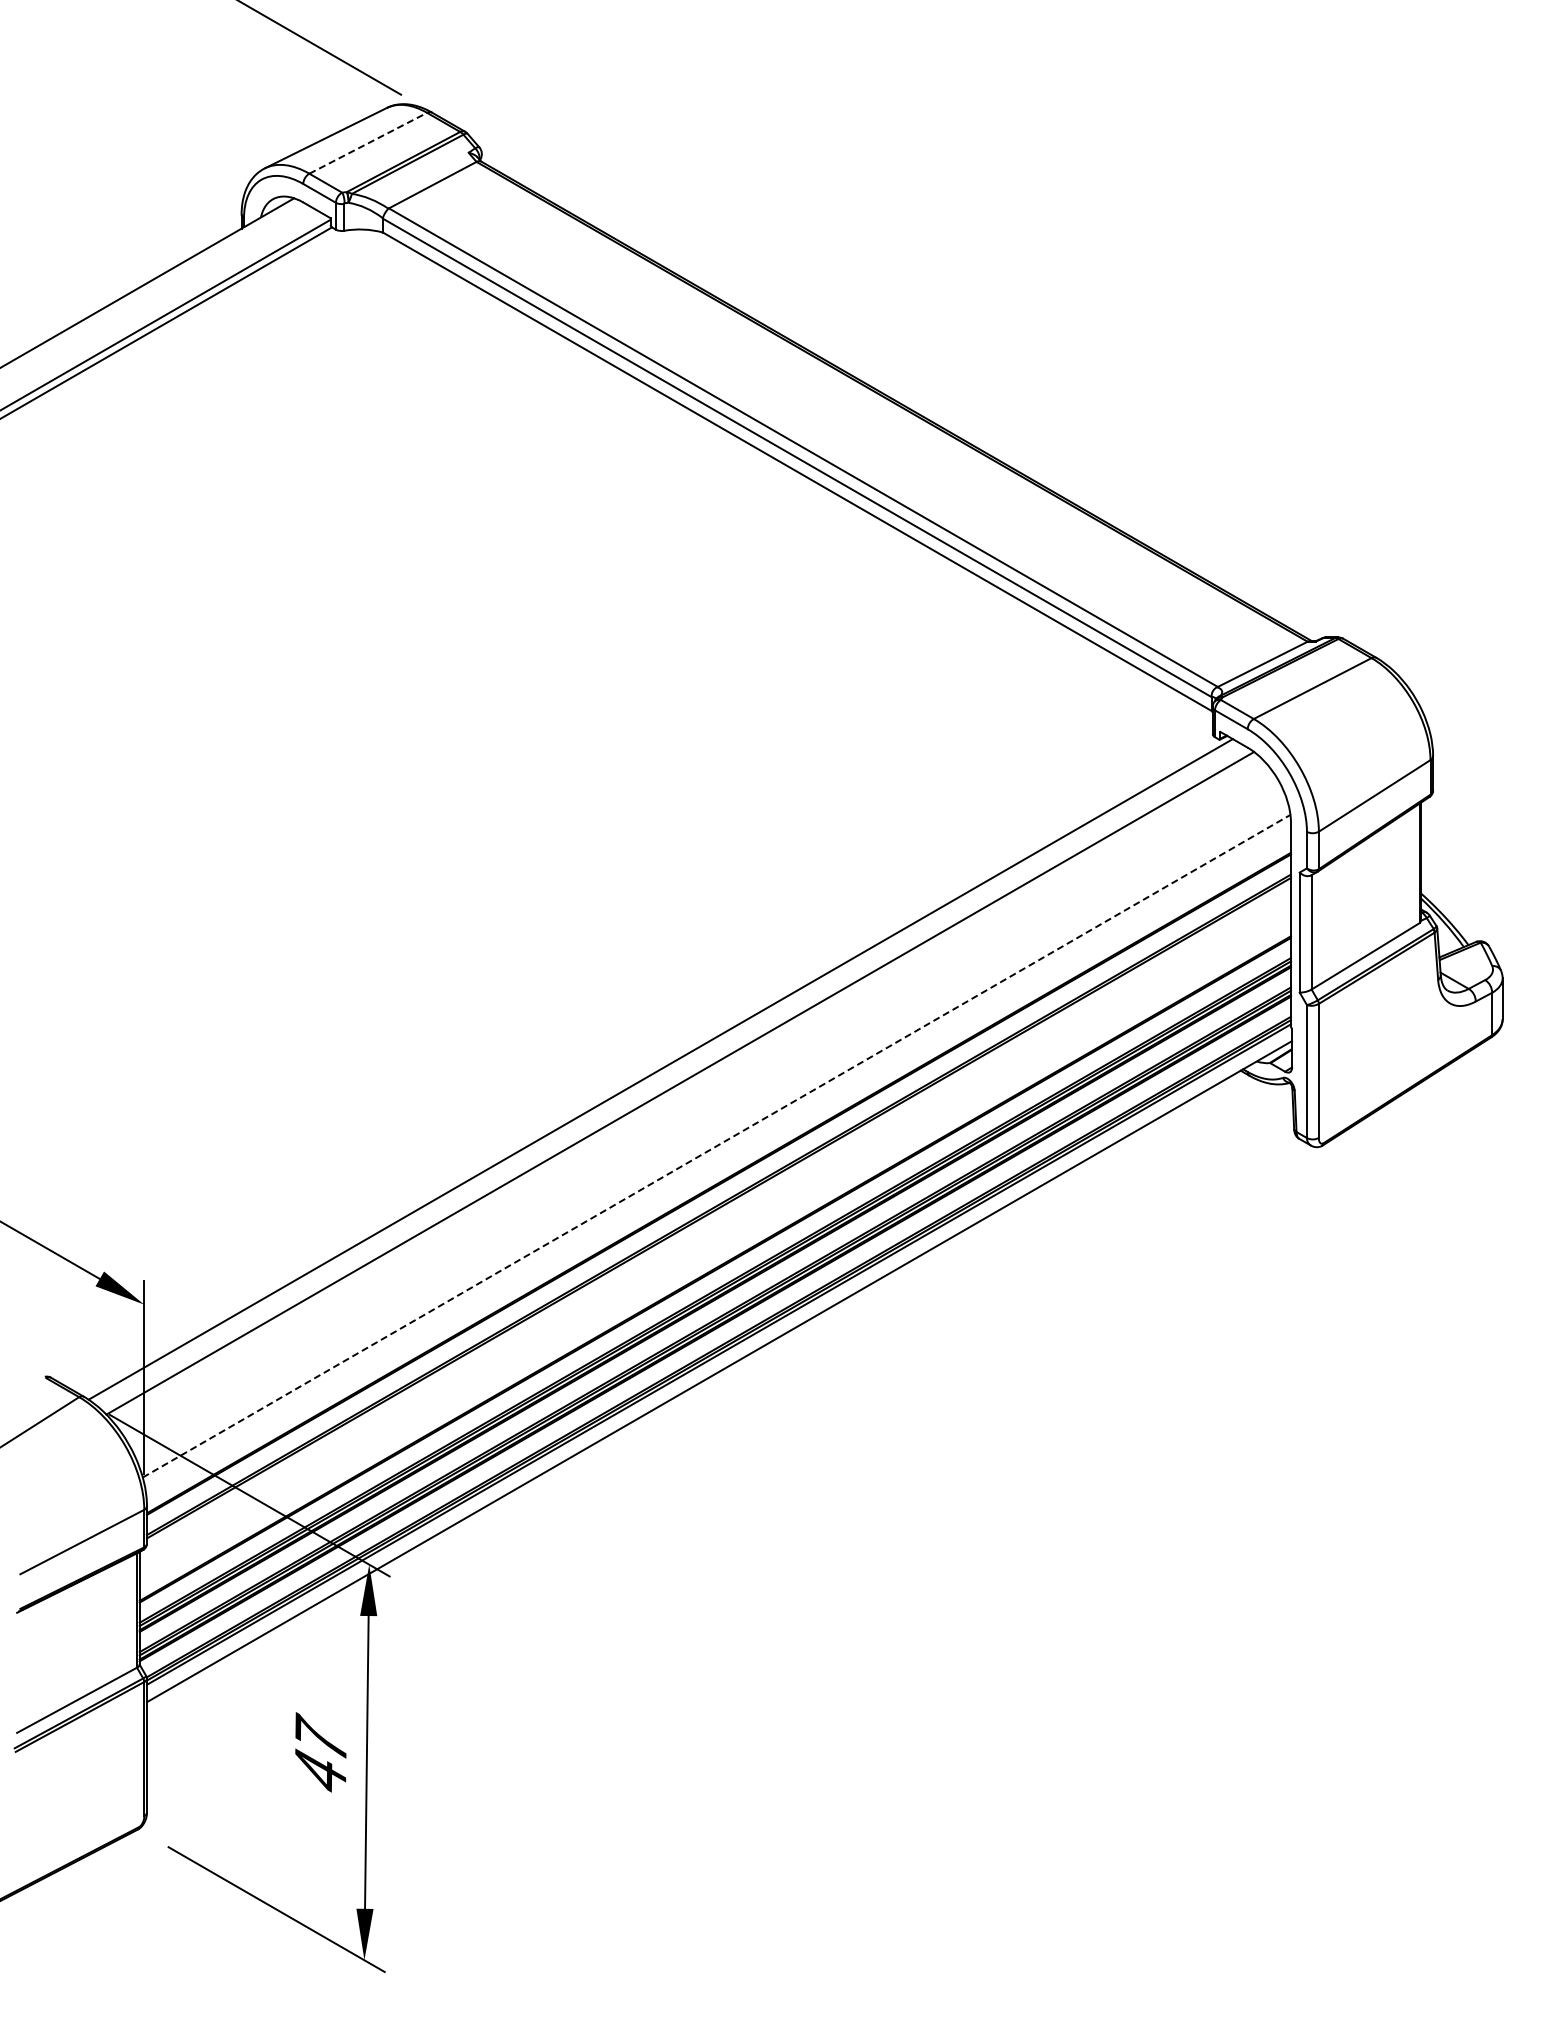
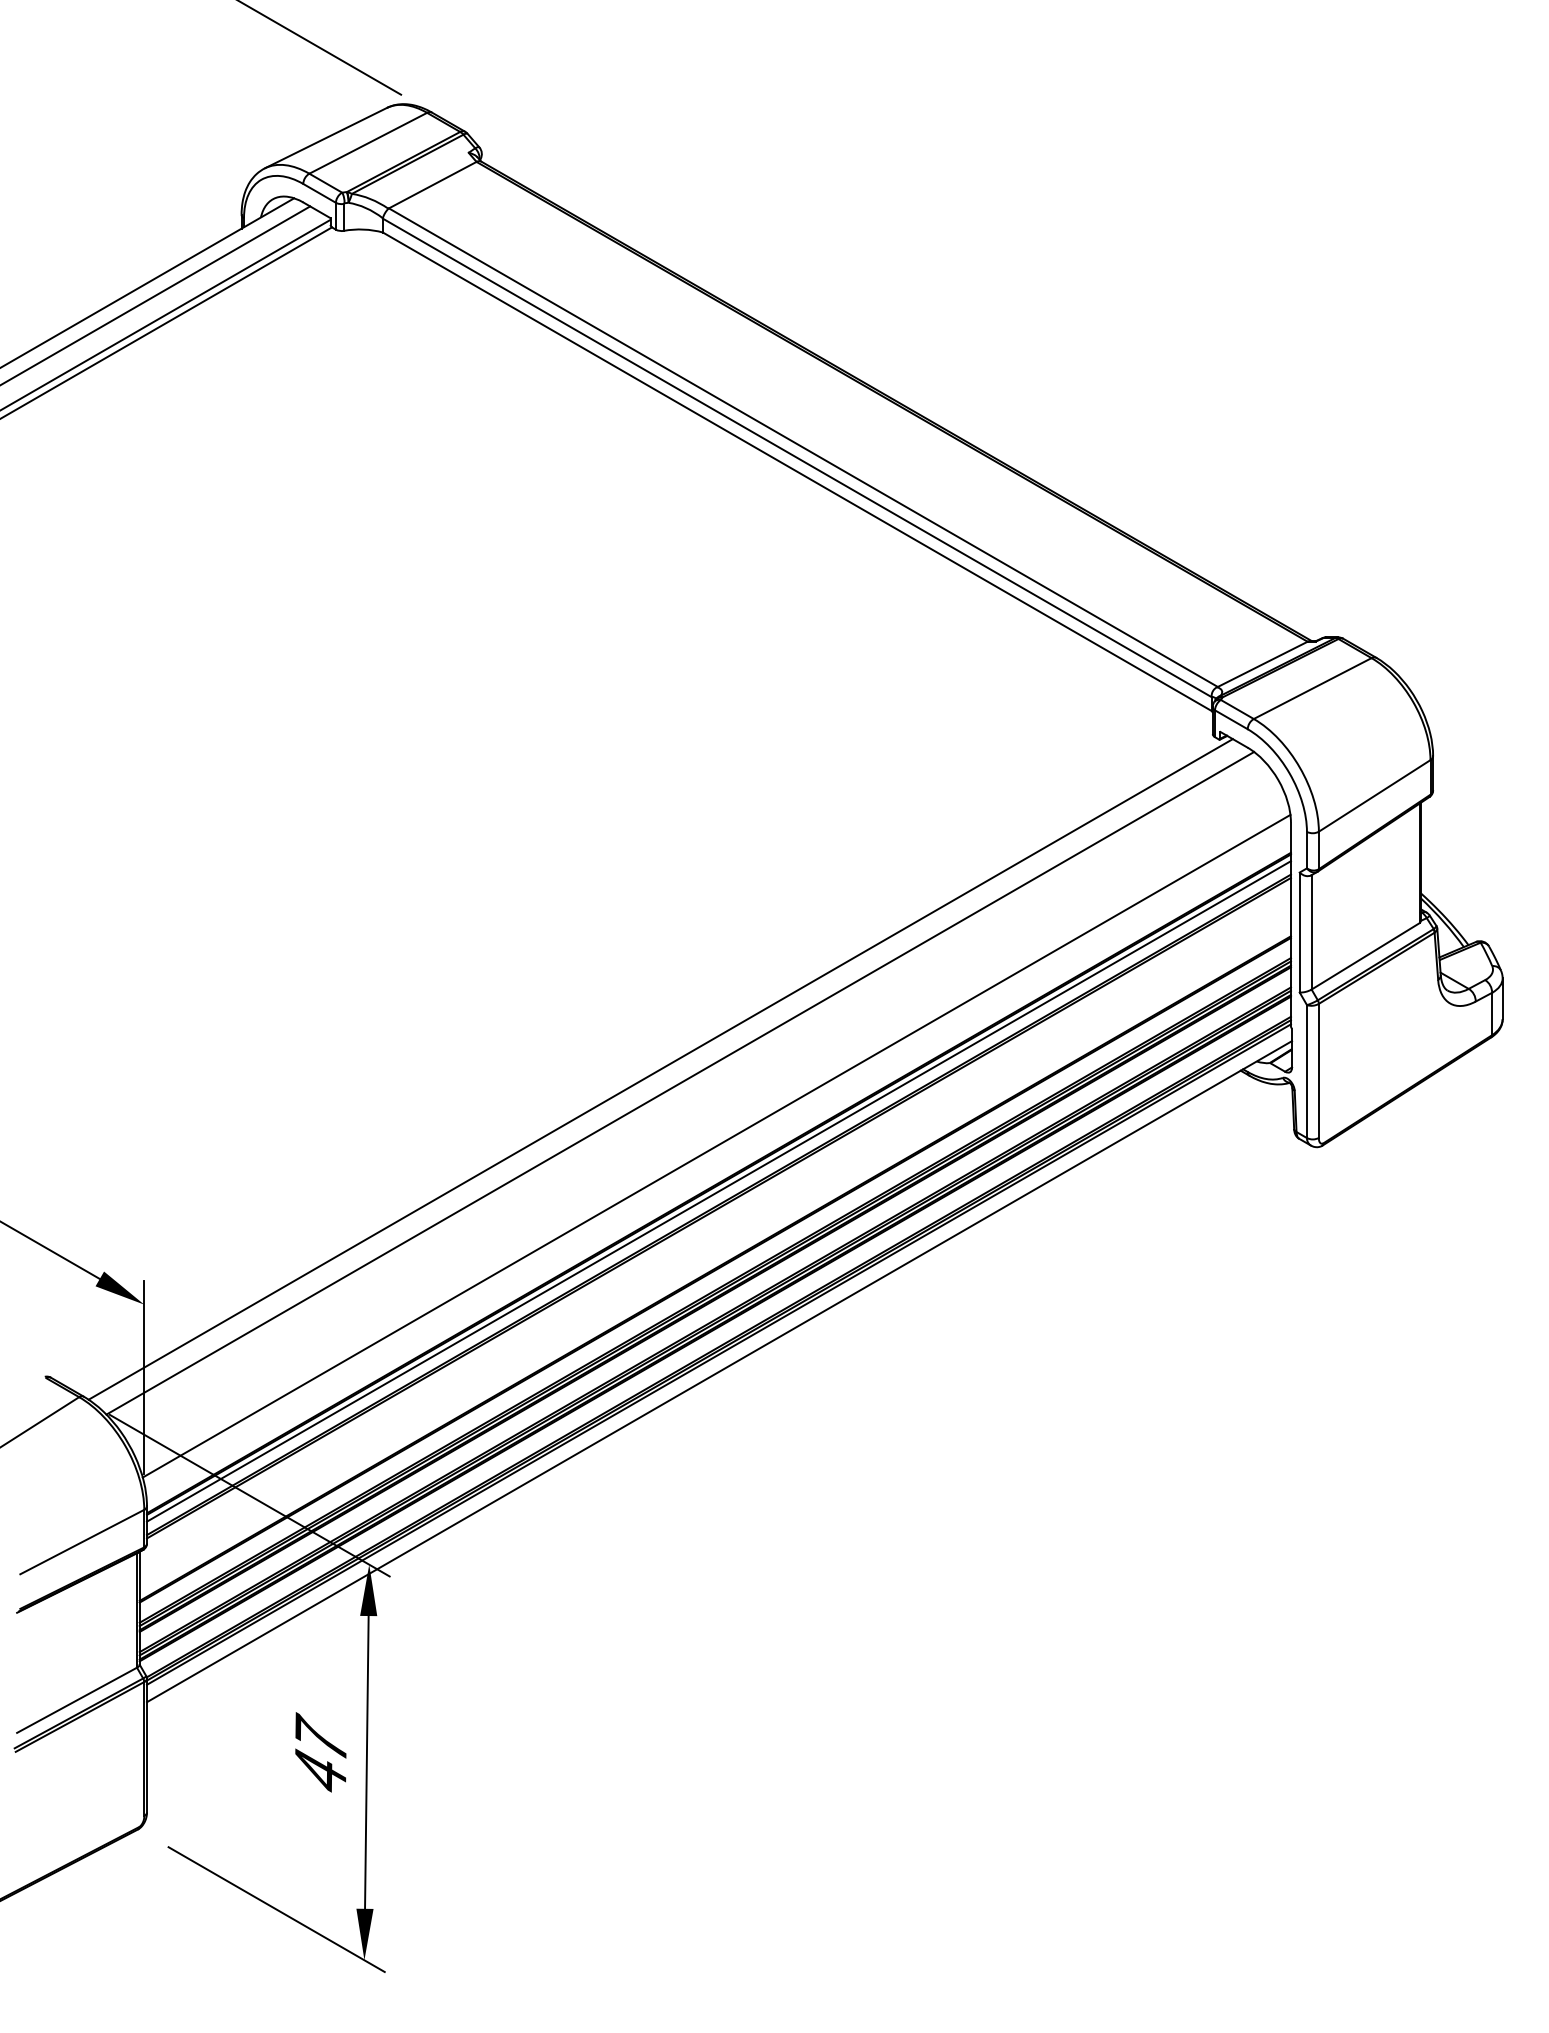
line at (368, 143): dashed -> solid
line at (156, 295): none -> present
line at (716, 1146): dashed -> solid
line at (718, 1191): none -> present
